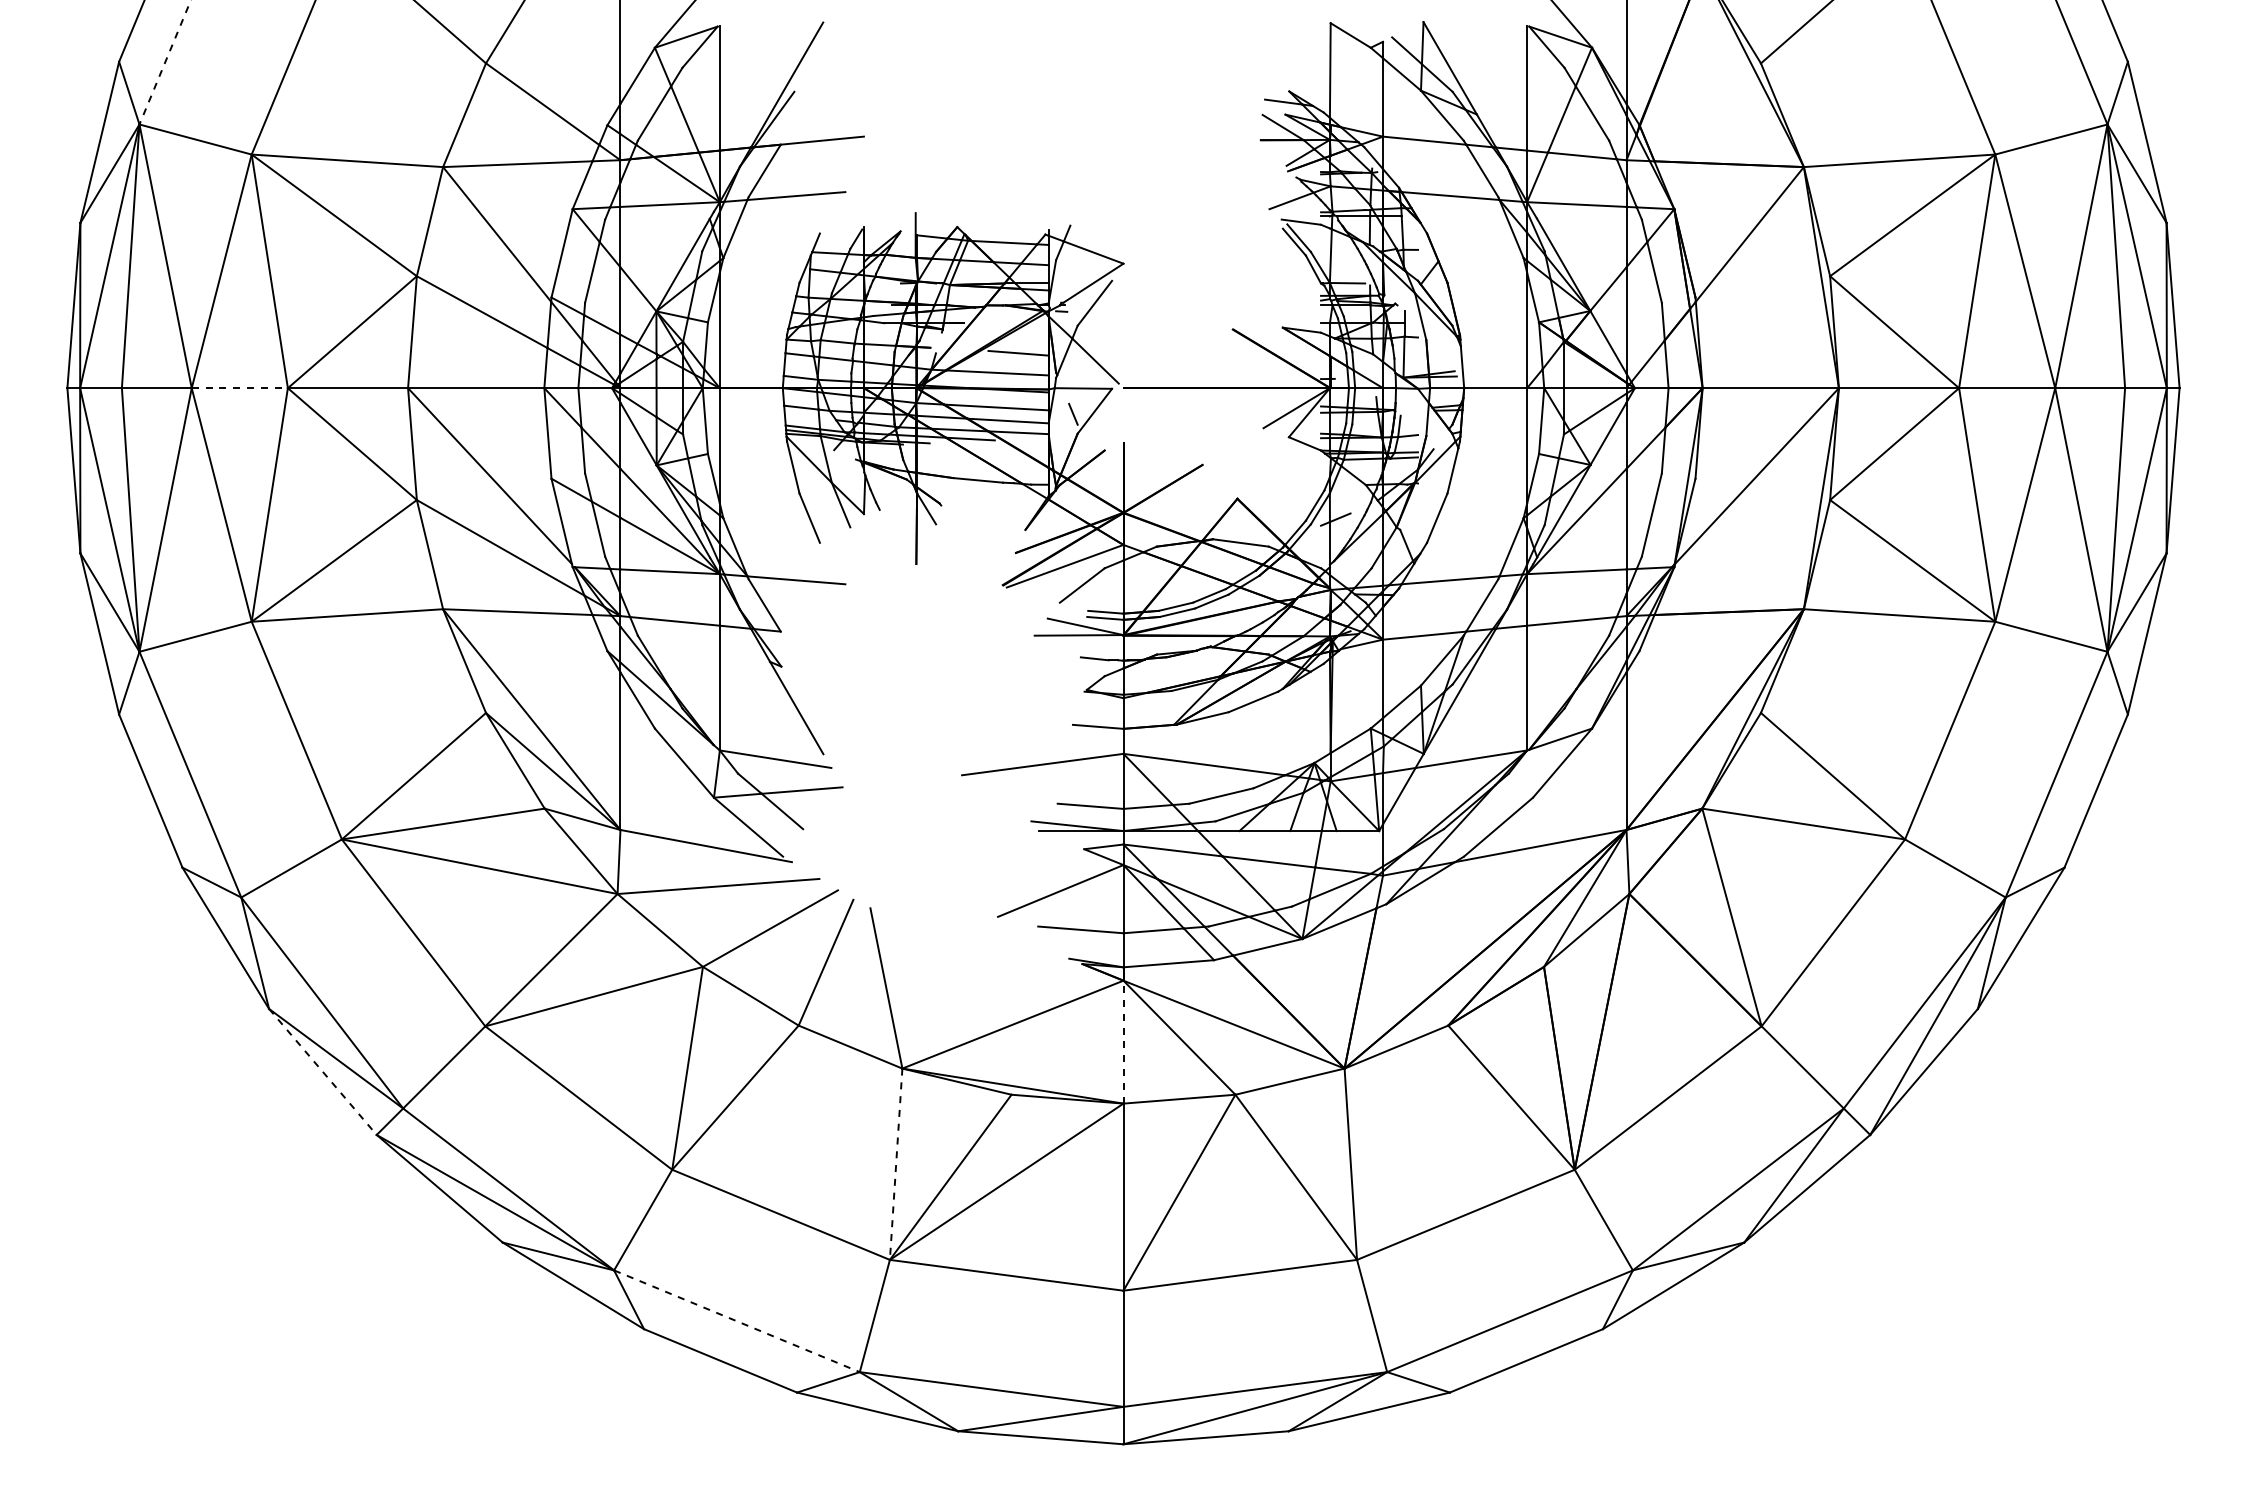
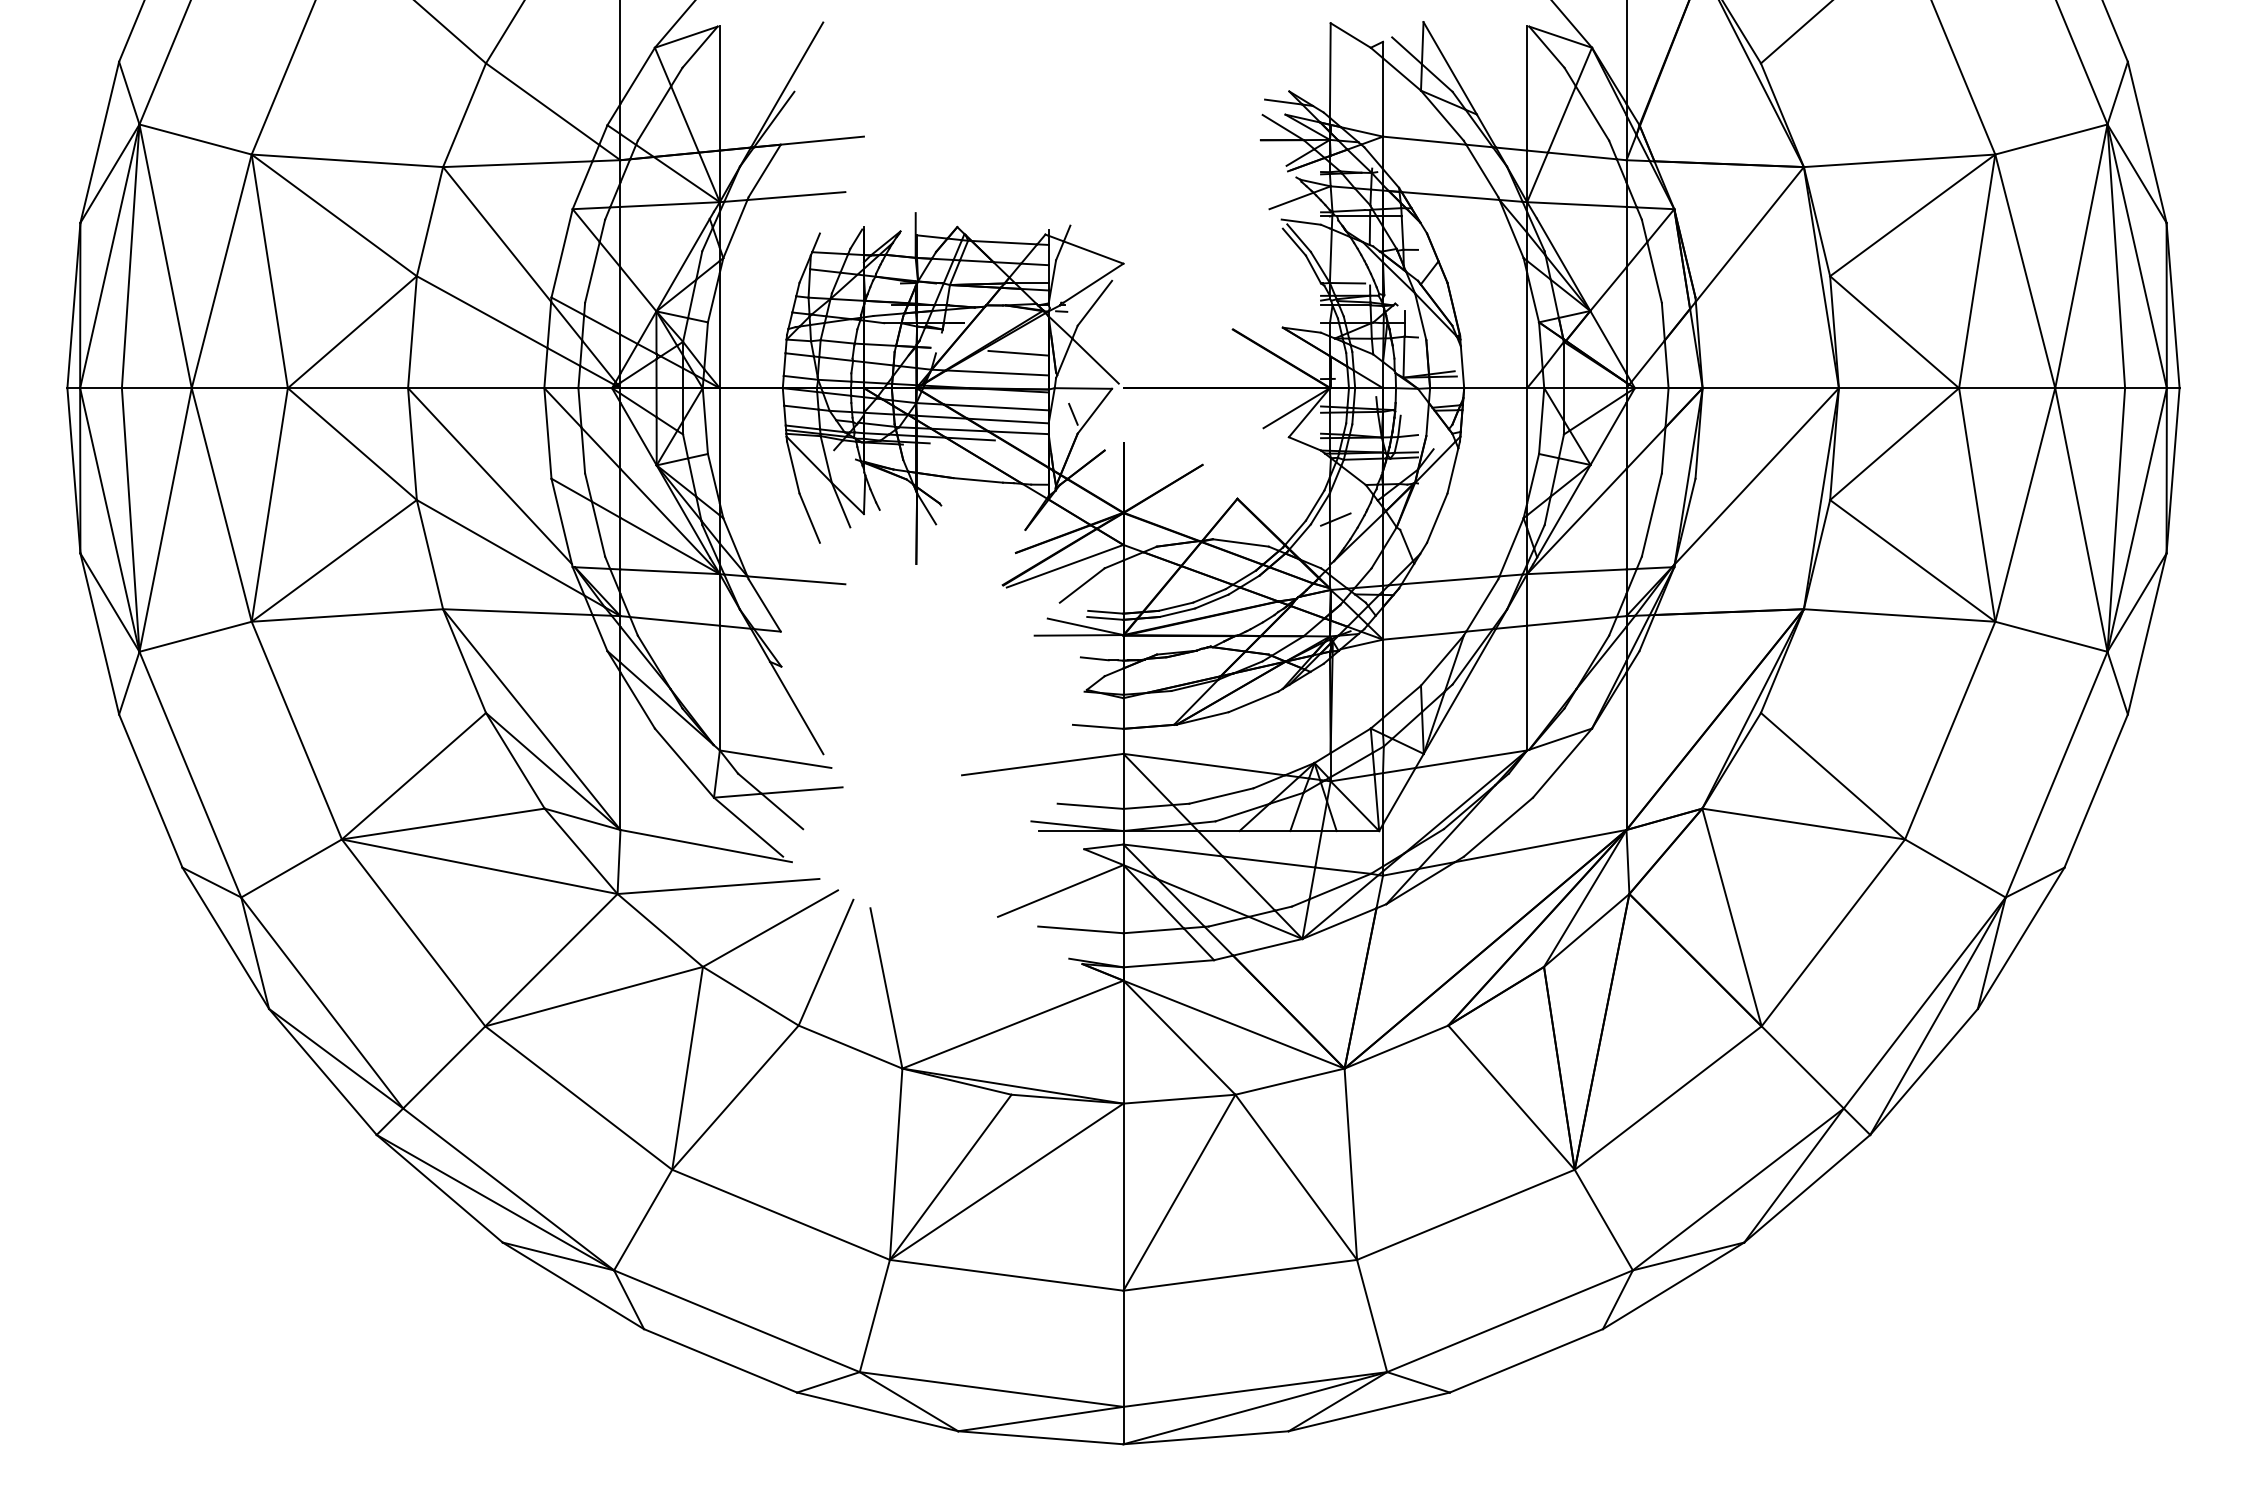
line at (165, 62): dashed -> solid
line at (240, 388): dashed -> solid
line at (1123, 1041): dashed -> solid
line at (322, 1071): dashed -> solid
line at (896, 1164): dashed -> solid
line at (736, 1321): dashed -> solid
